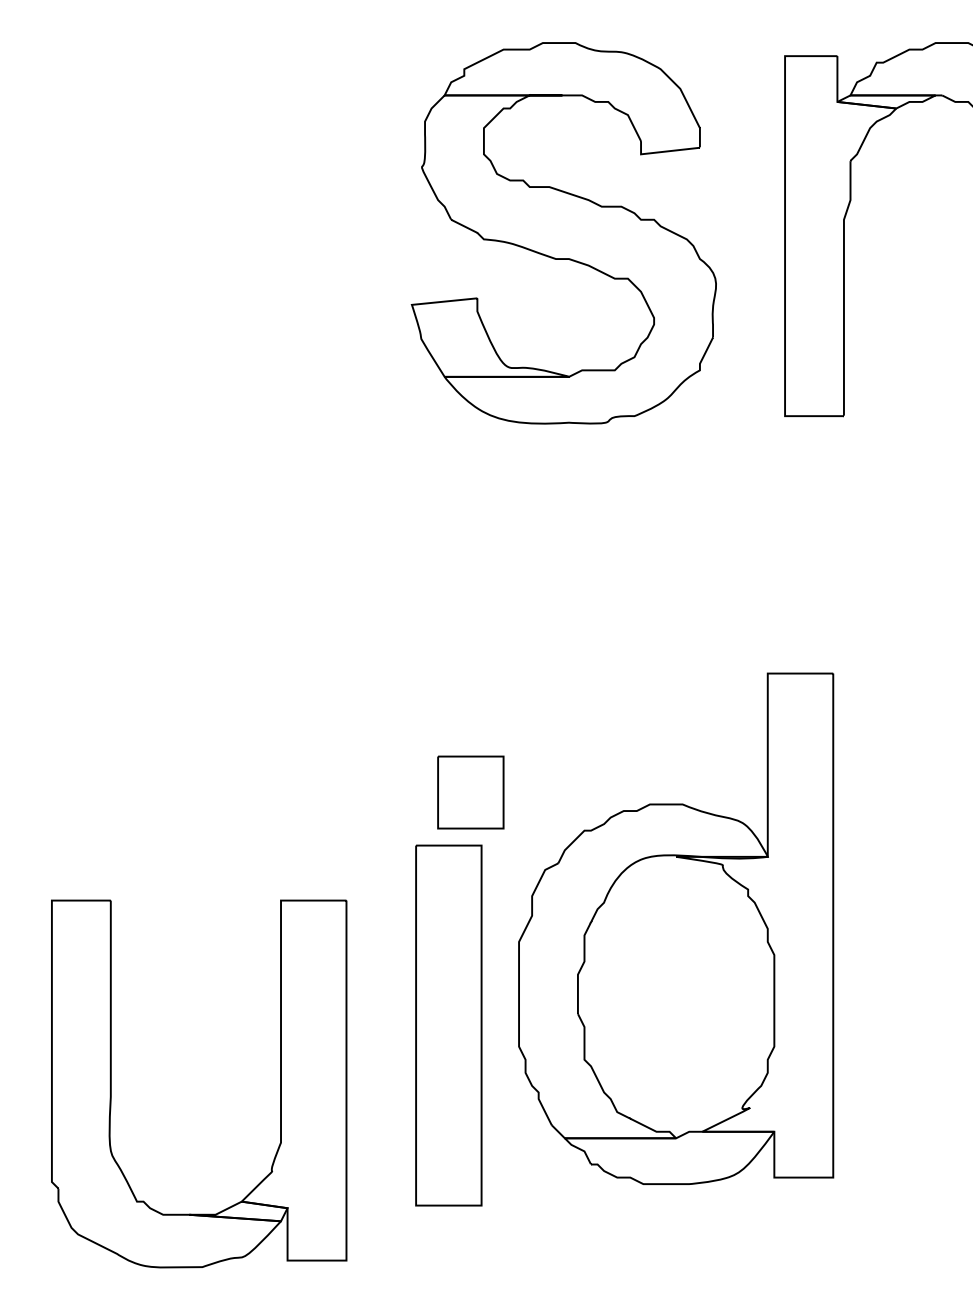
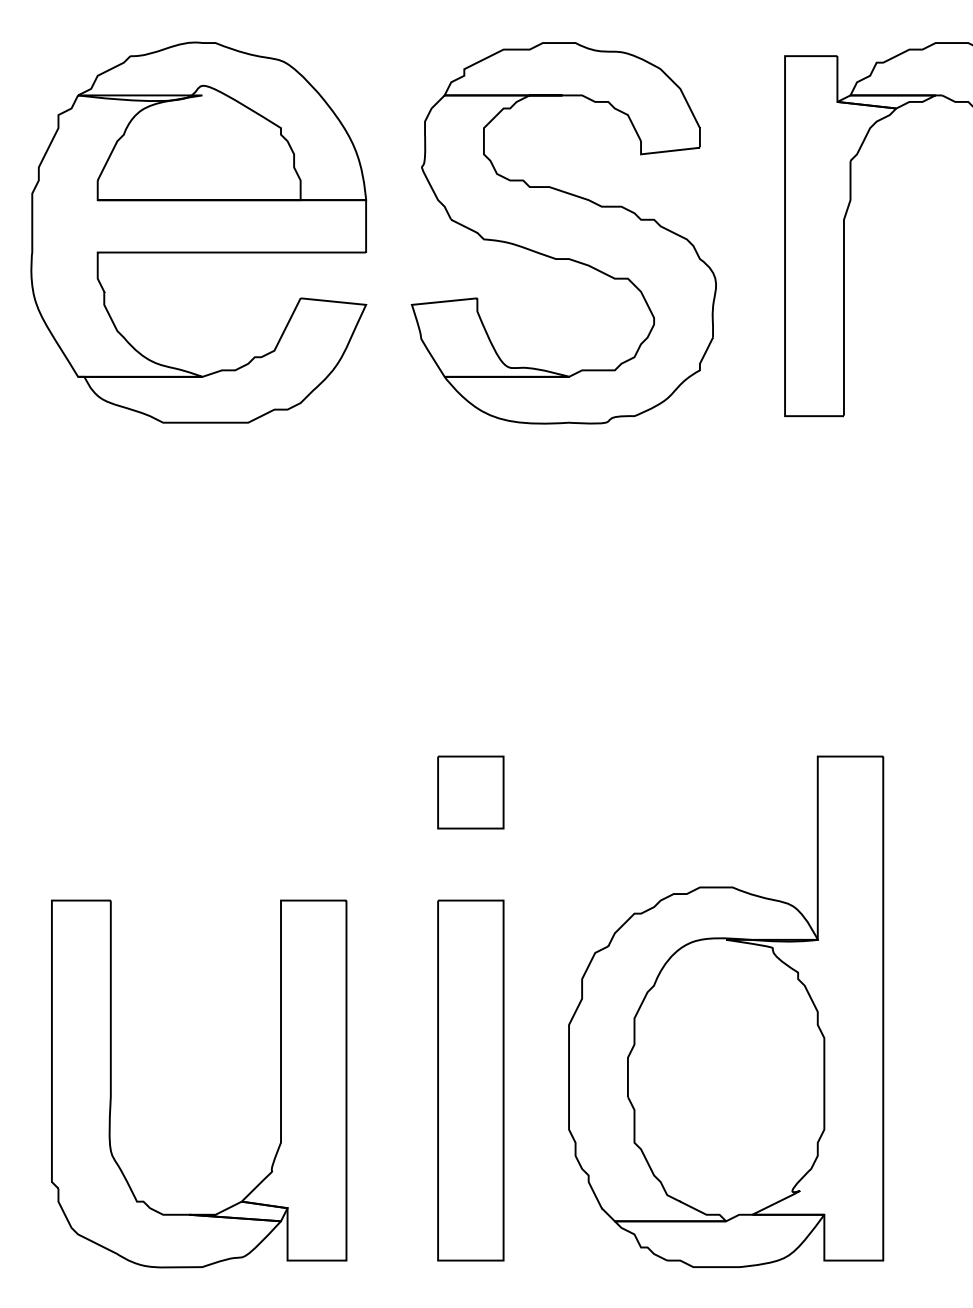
part at (198, 232): none -> present
part at (676, 928) position: (676, 928) -> (726, 1011)
part at (448, 1025) position: (448, 1025) -> (470, 1080)
